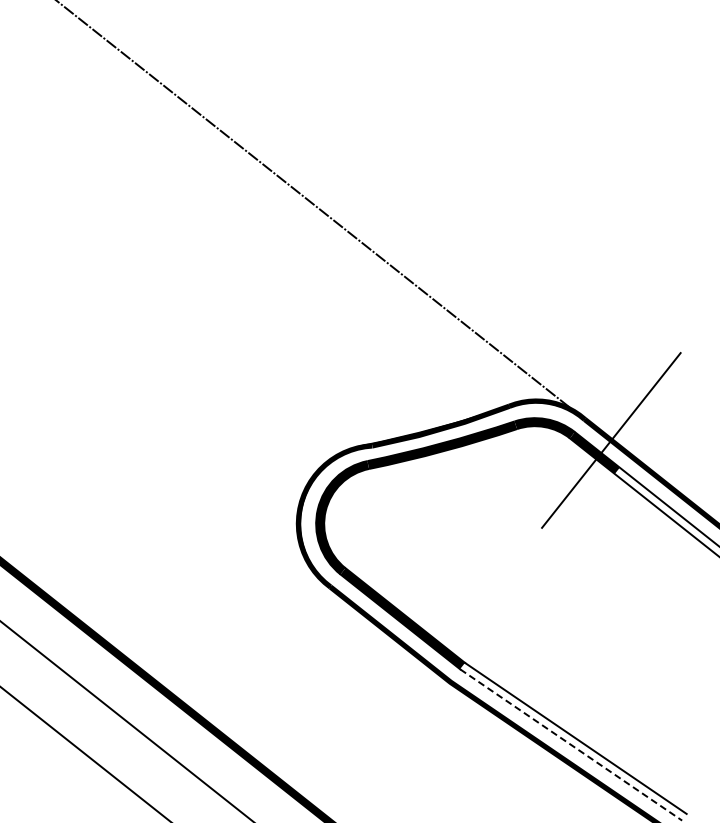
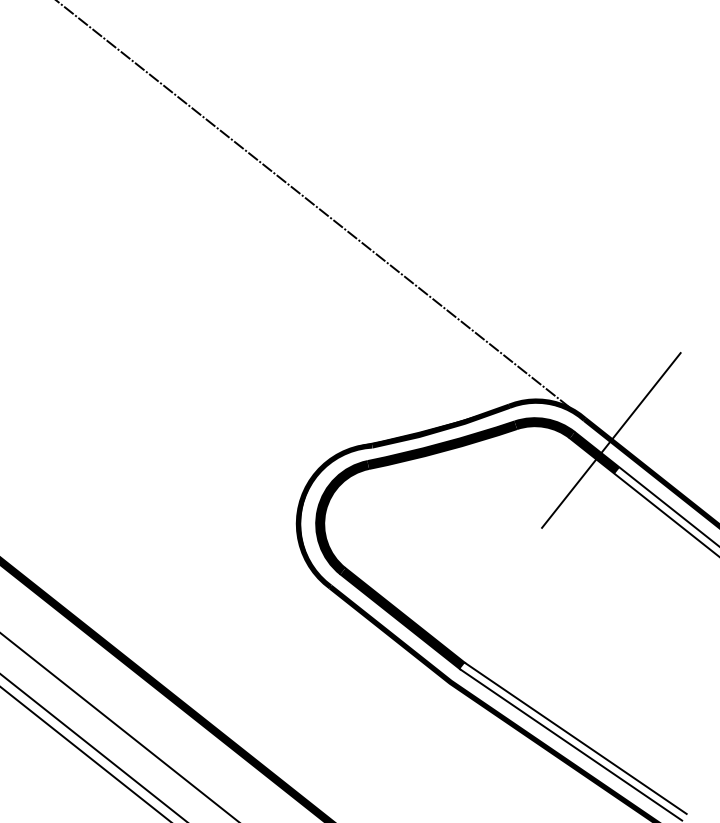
line at (126, 720) position: (126, 720) -> (118, 726)
line at (571, 745): dashed -> solid
line at (92, 747): none -> present
